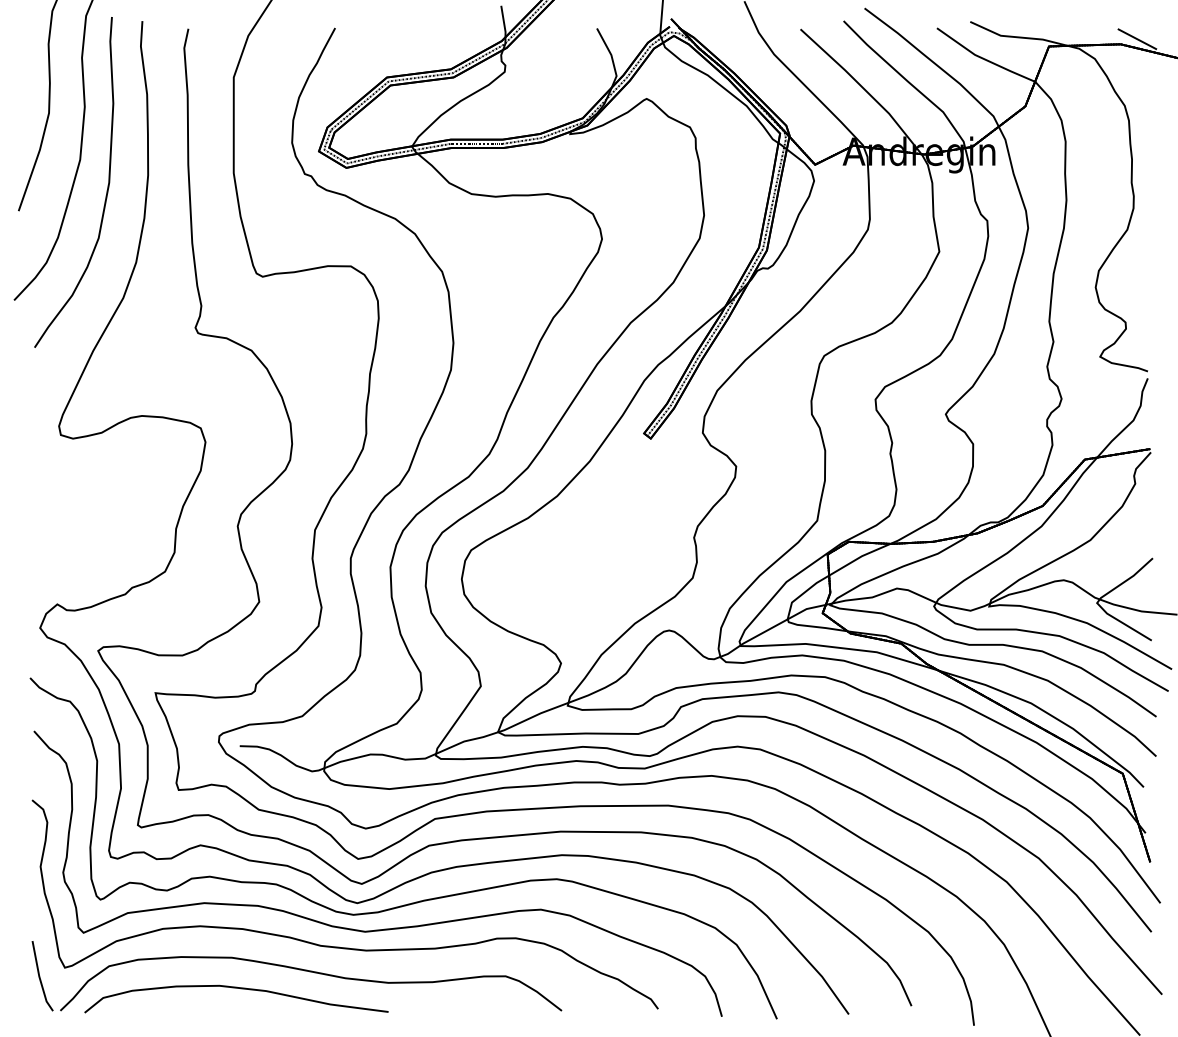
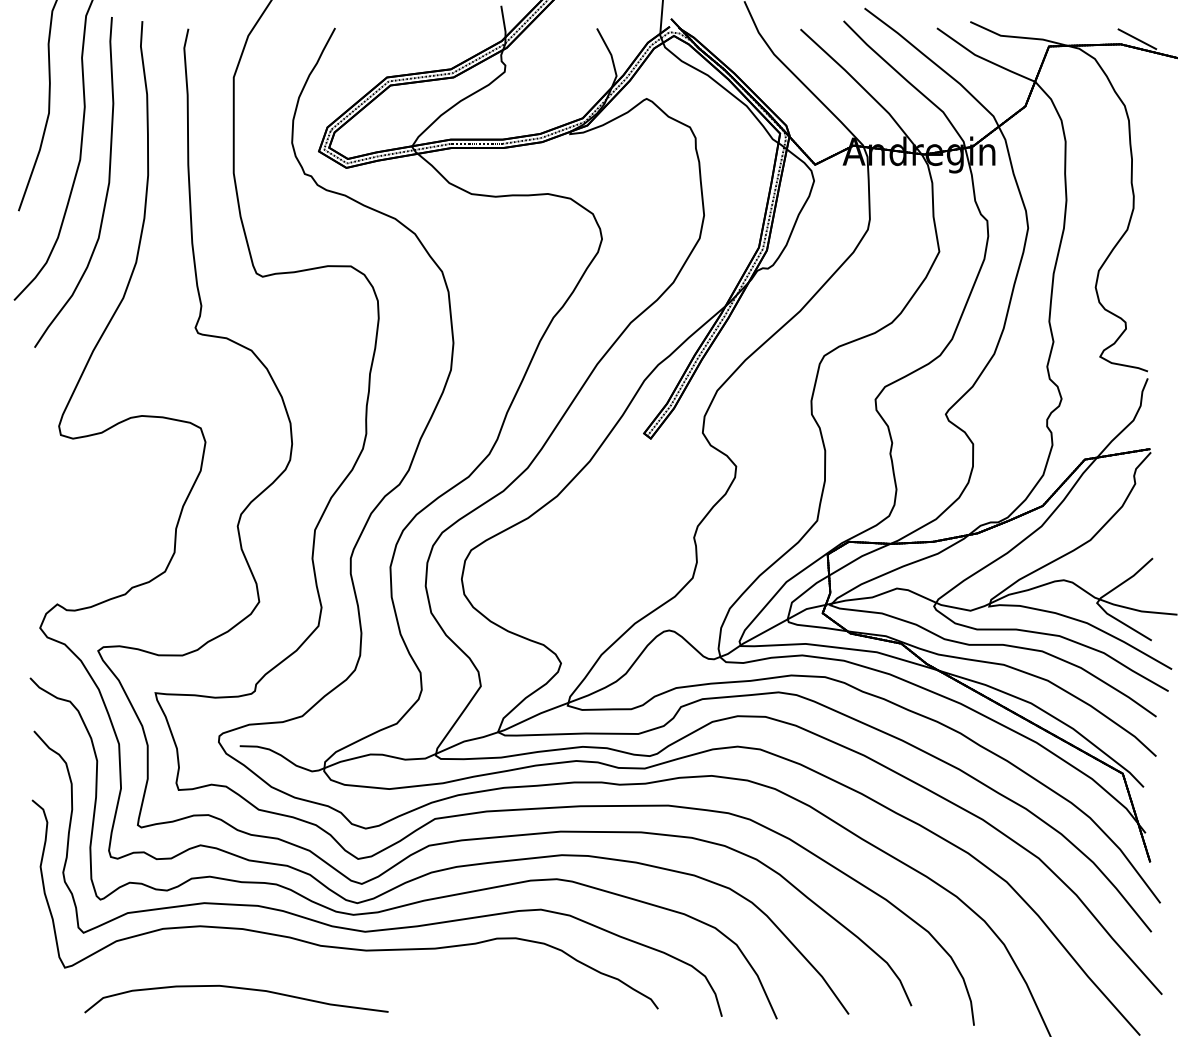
part at (299, 970): present -> none
